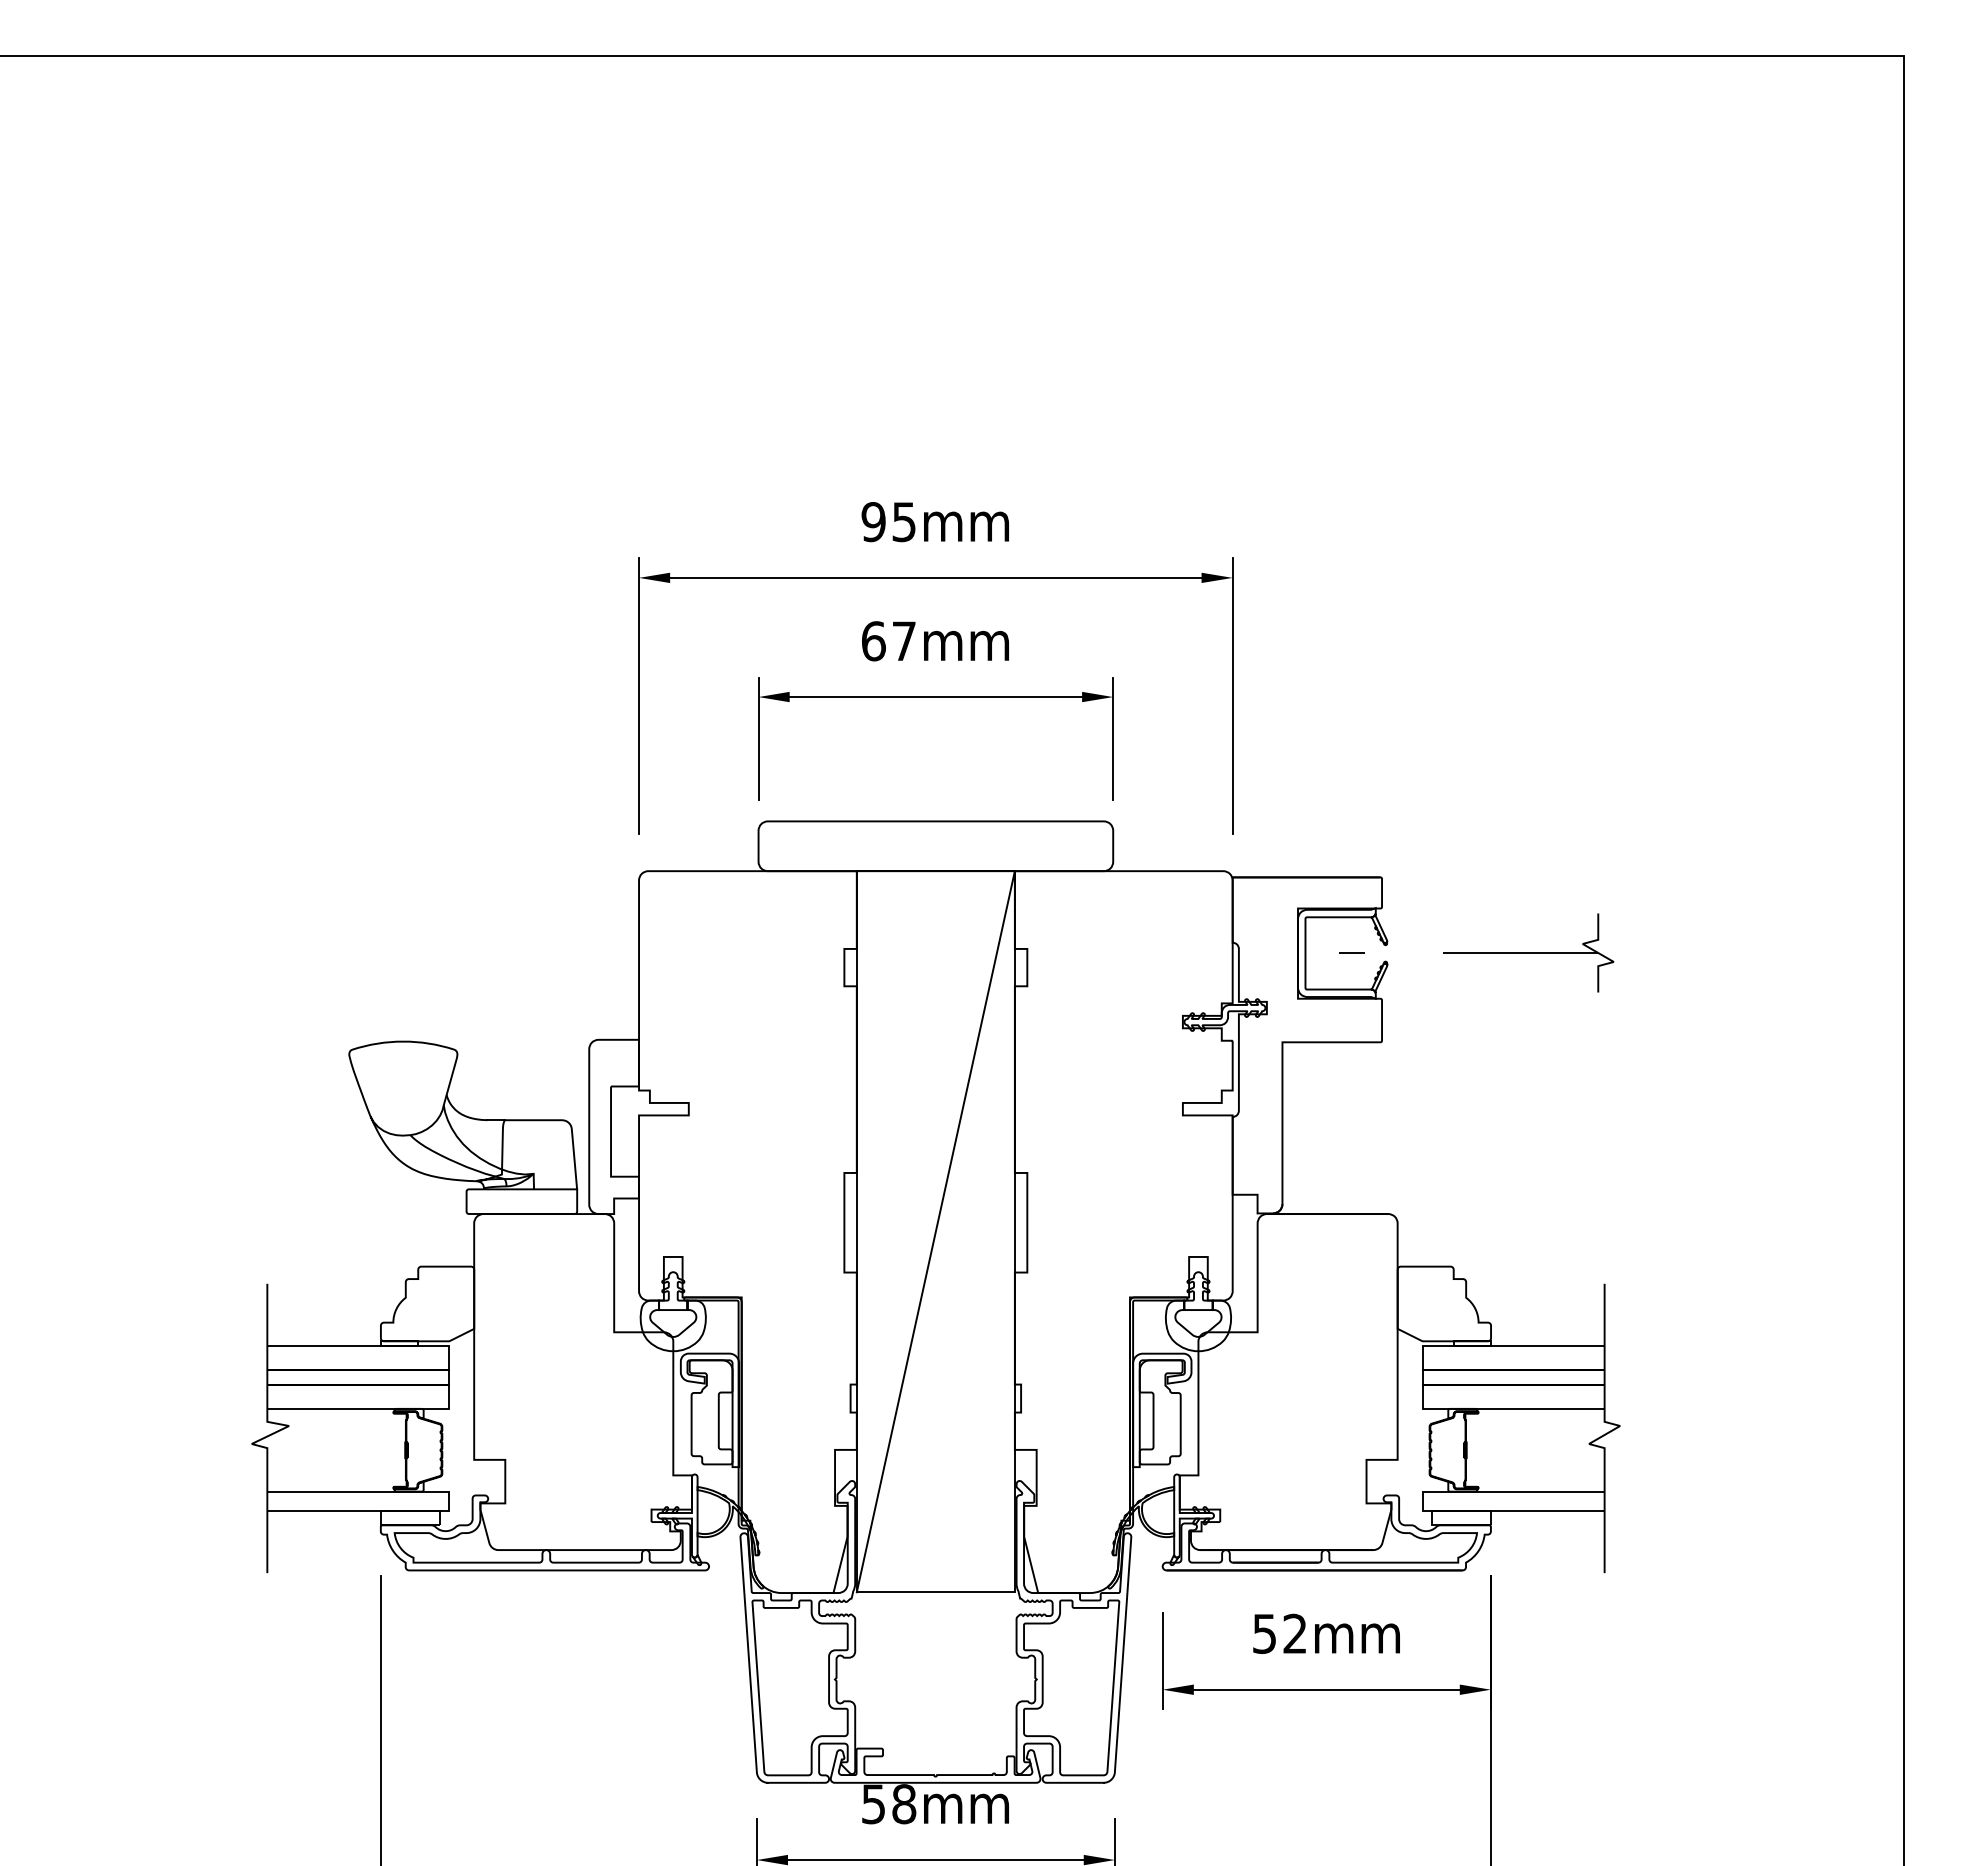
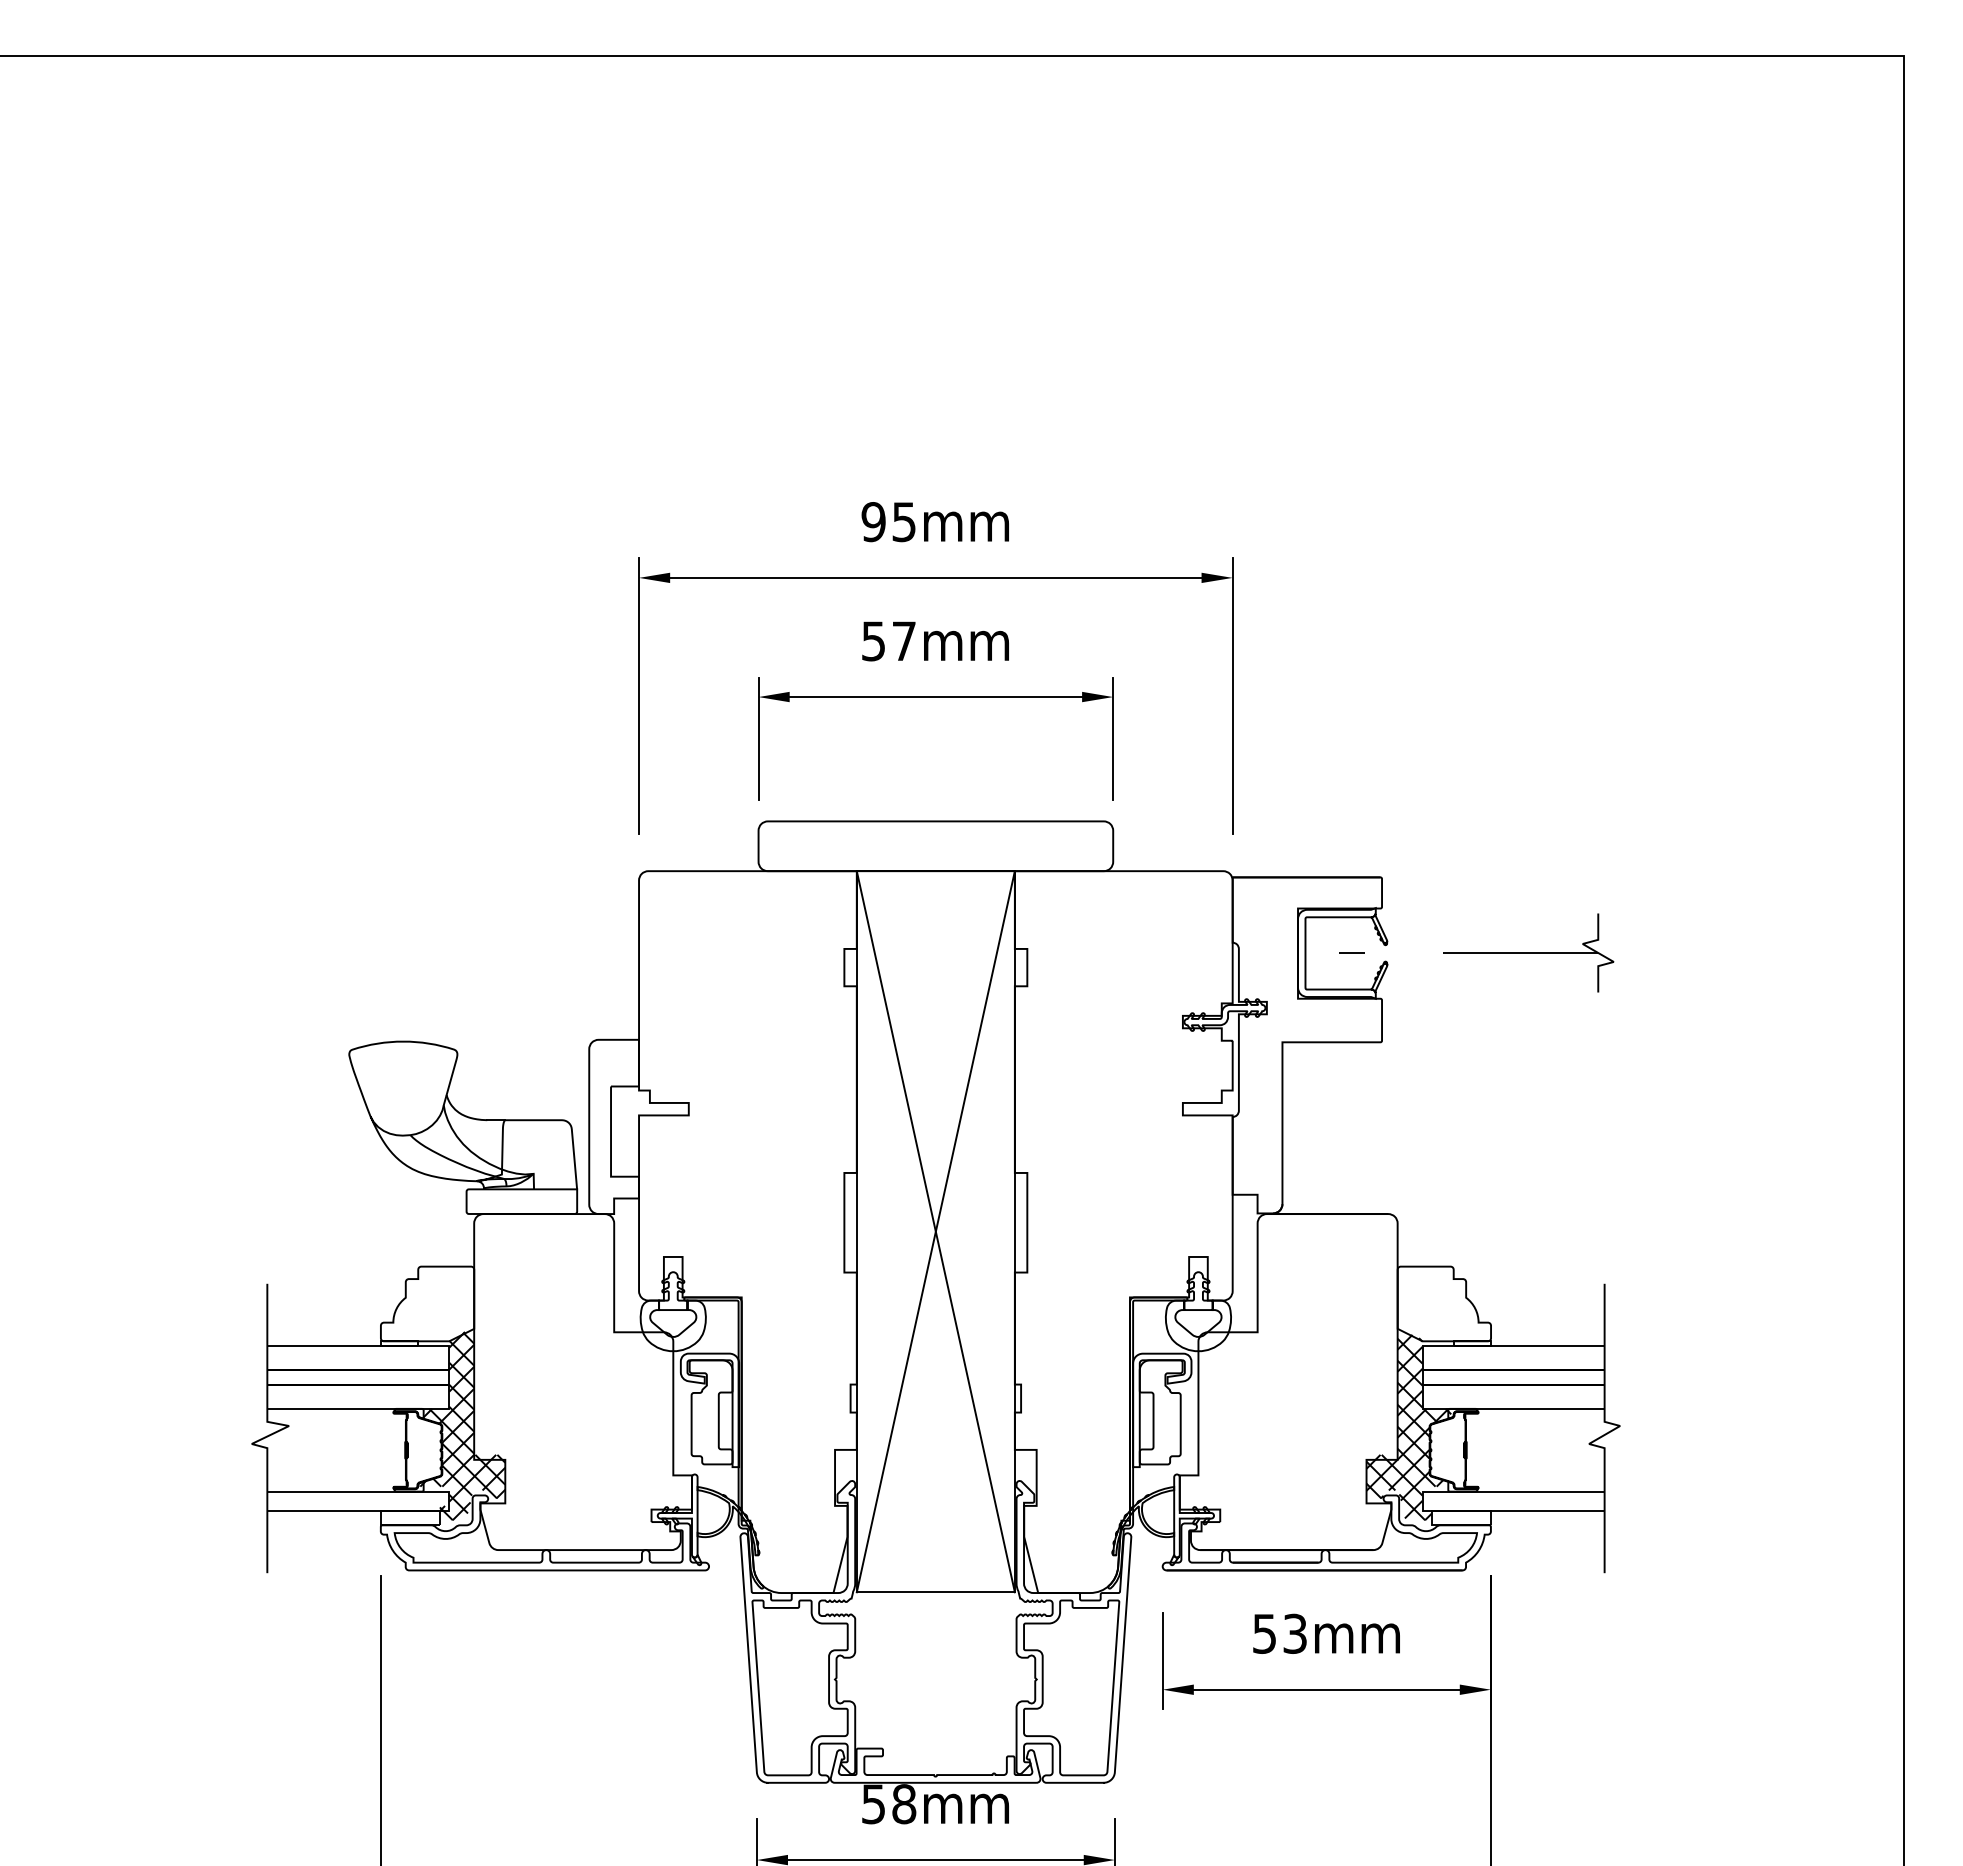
text at (873, 641): 67mm -> 57mm
line at (935, 1231): none -> present
hatch at (1408, 1423): none -> present
hatch at (461, 1425): none -> present
text at (1294, 1633): 52mm -> 53mm
